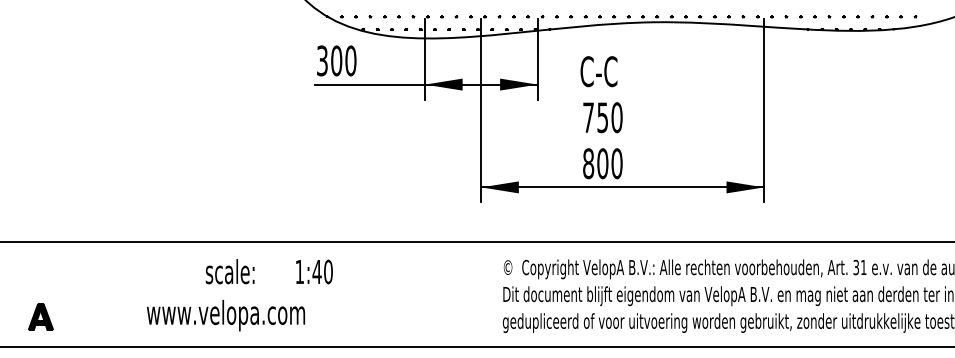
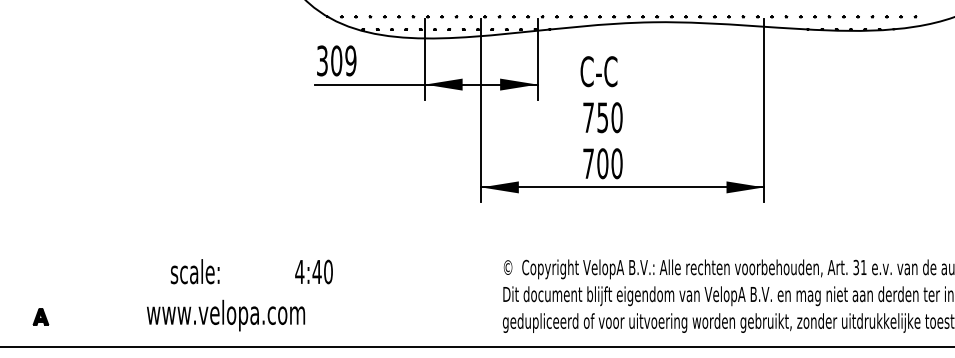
text at (350, 60): 300 -> 309
text at (588, 163): 800 -> 700
line at (476, 242): present -> none
text at (229, 271) position: (229, 271) -> (194, 271)
text at (299, 271): 1:40 -> 4:40
part at (40, 316) size: 26x28 px -> 18x18 px
